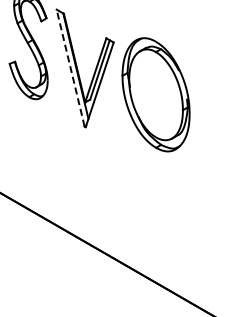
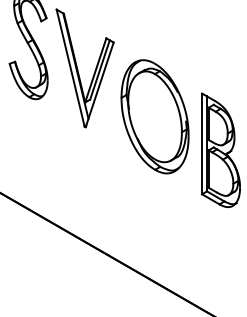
line at (70, 67): dashed -> solid
part at (155, 94) position: (155, 94) -> (154, 116)
part at (220, 149): none -> present
